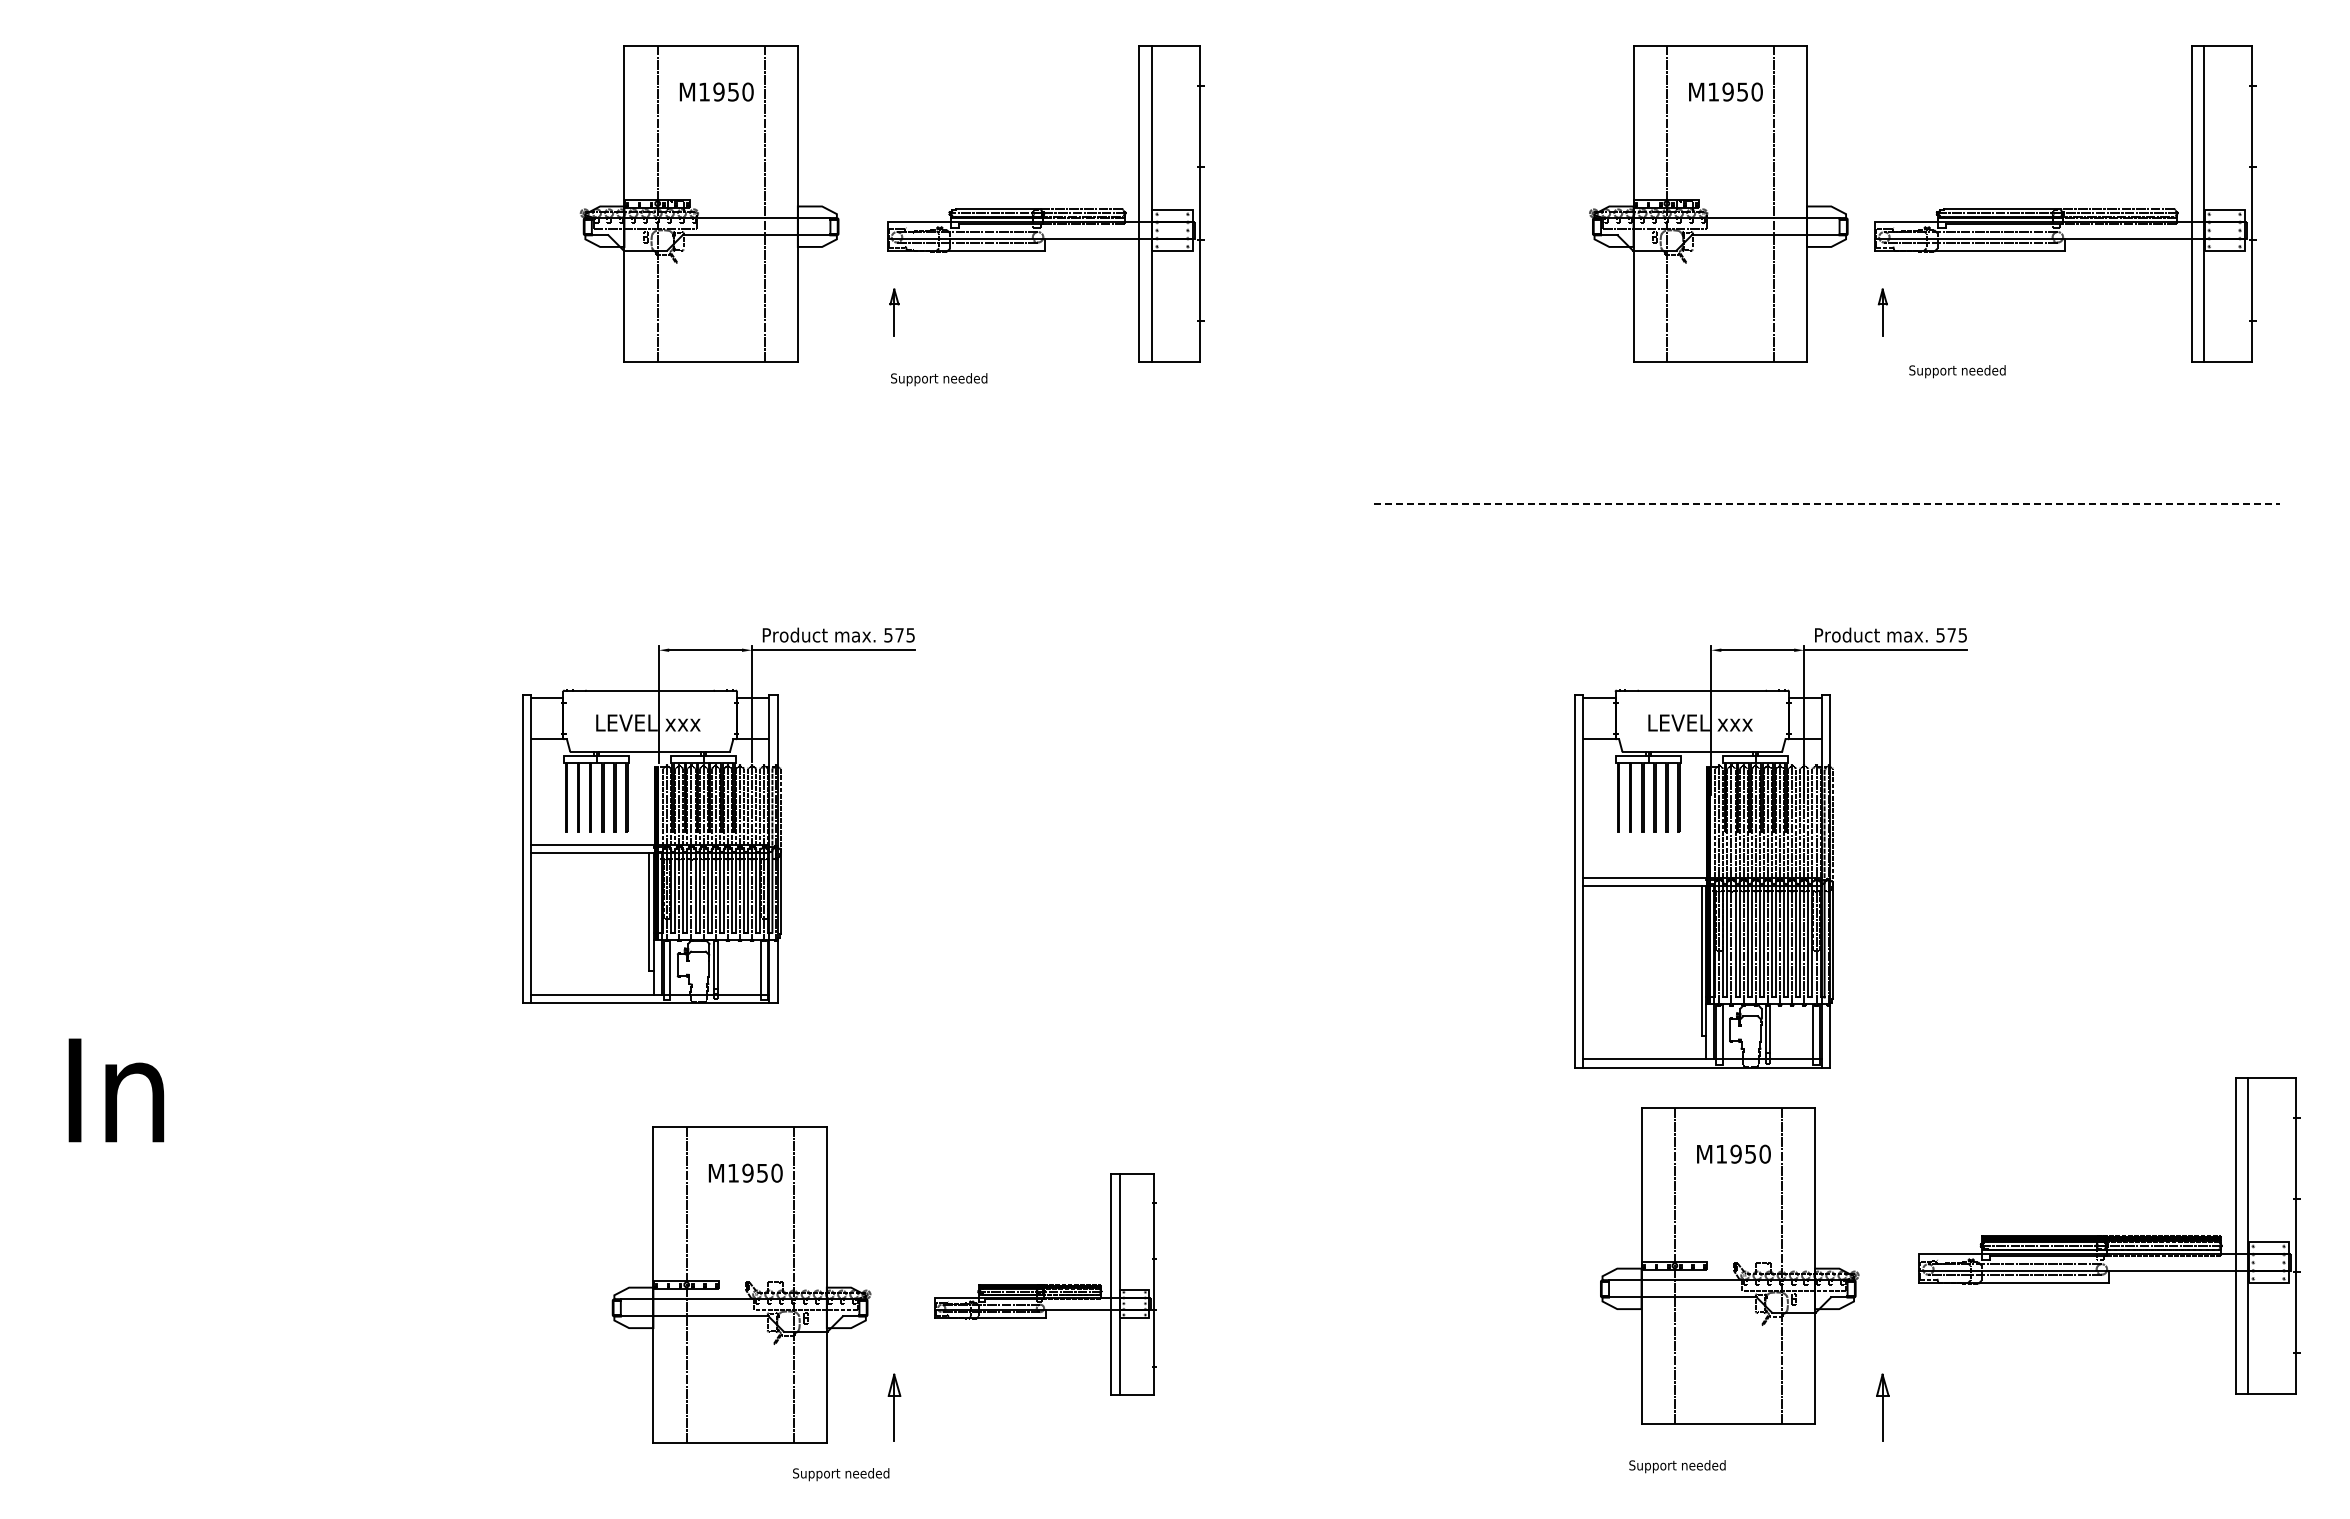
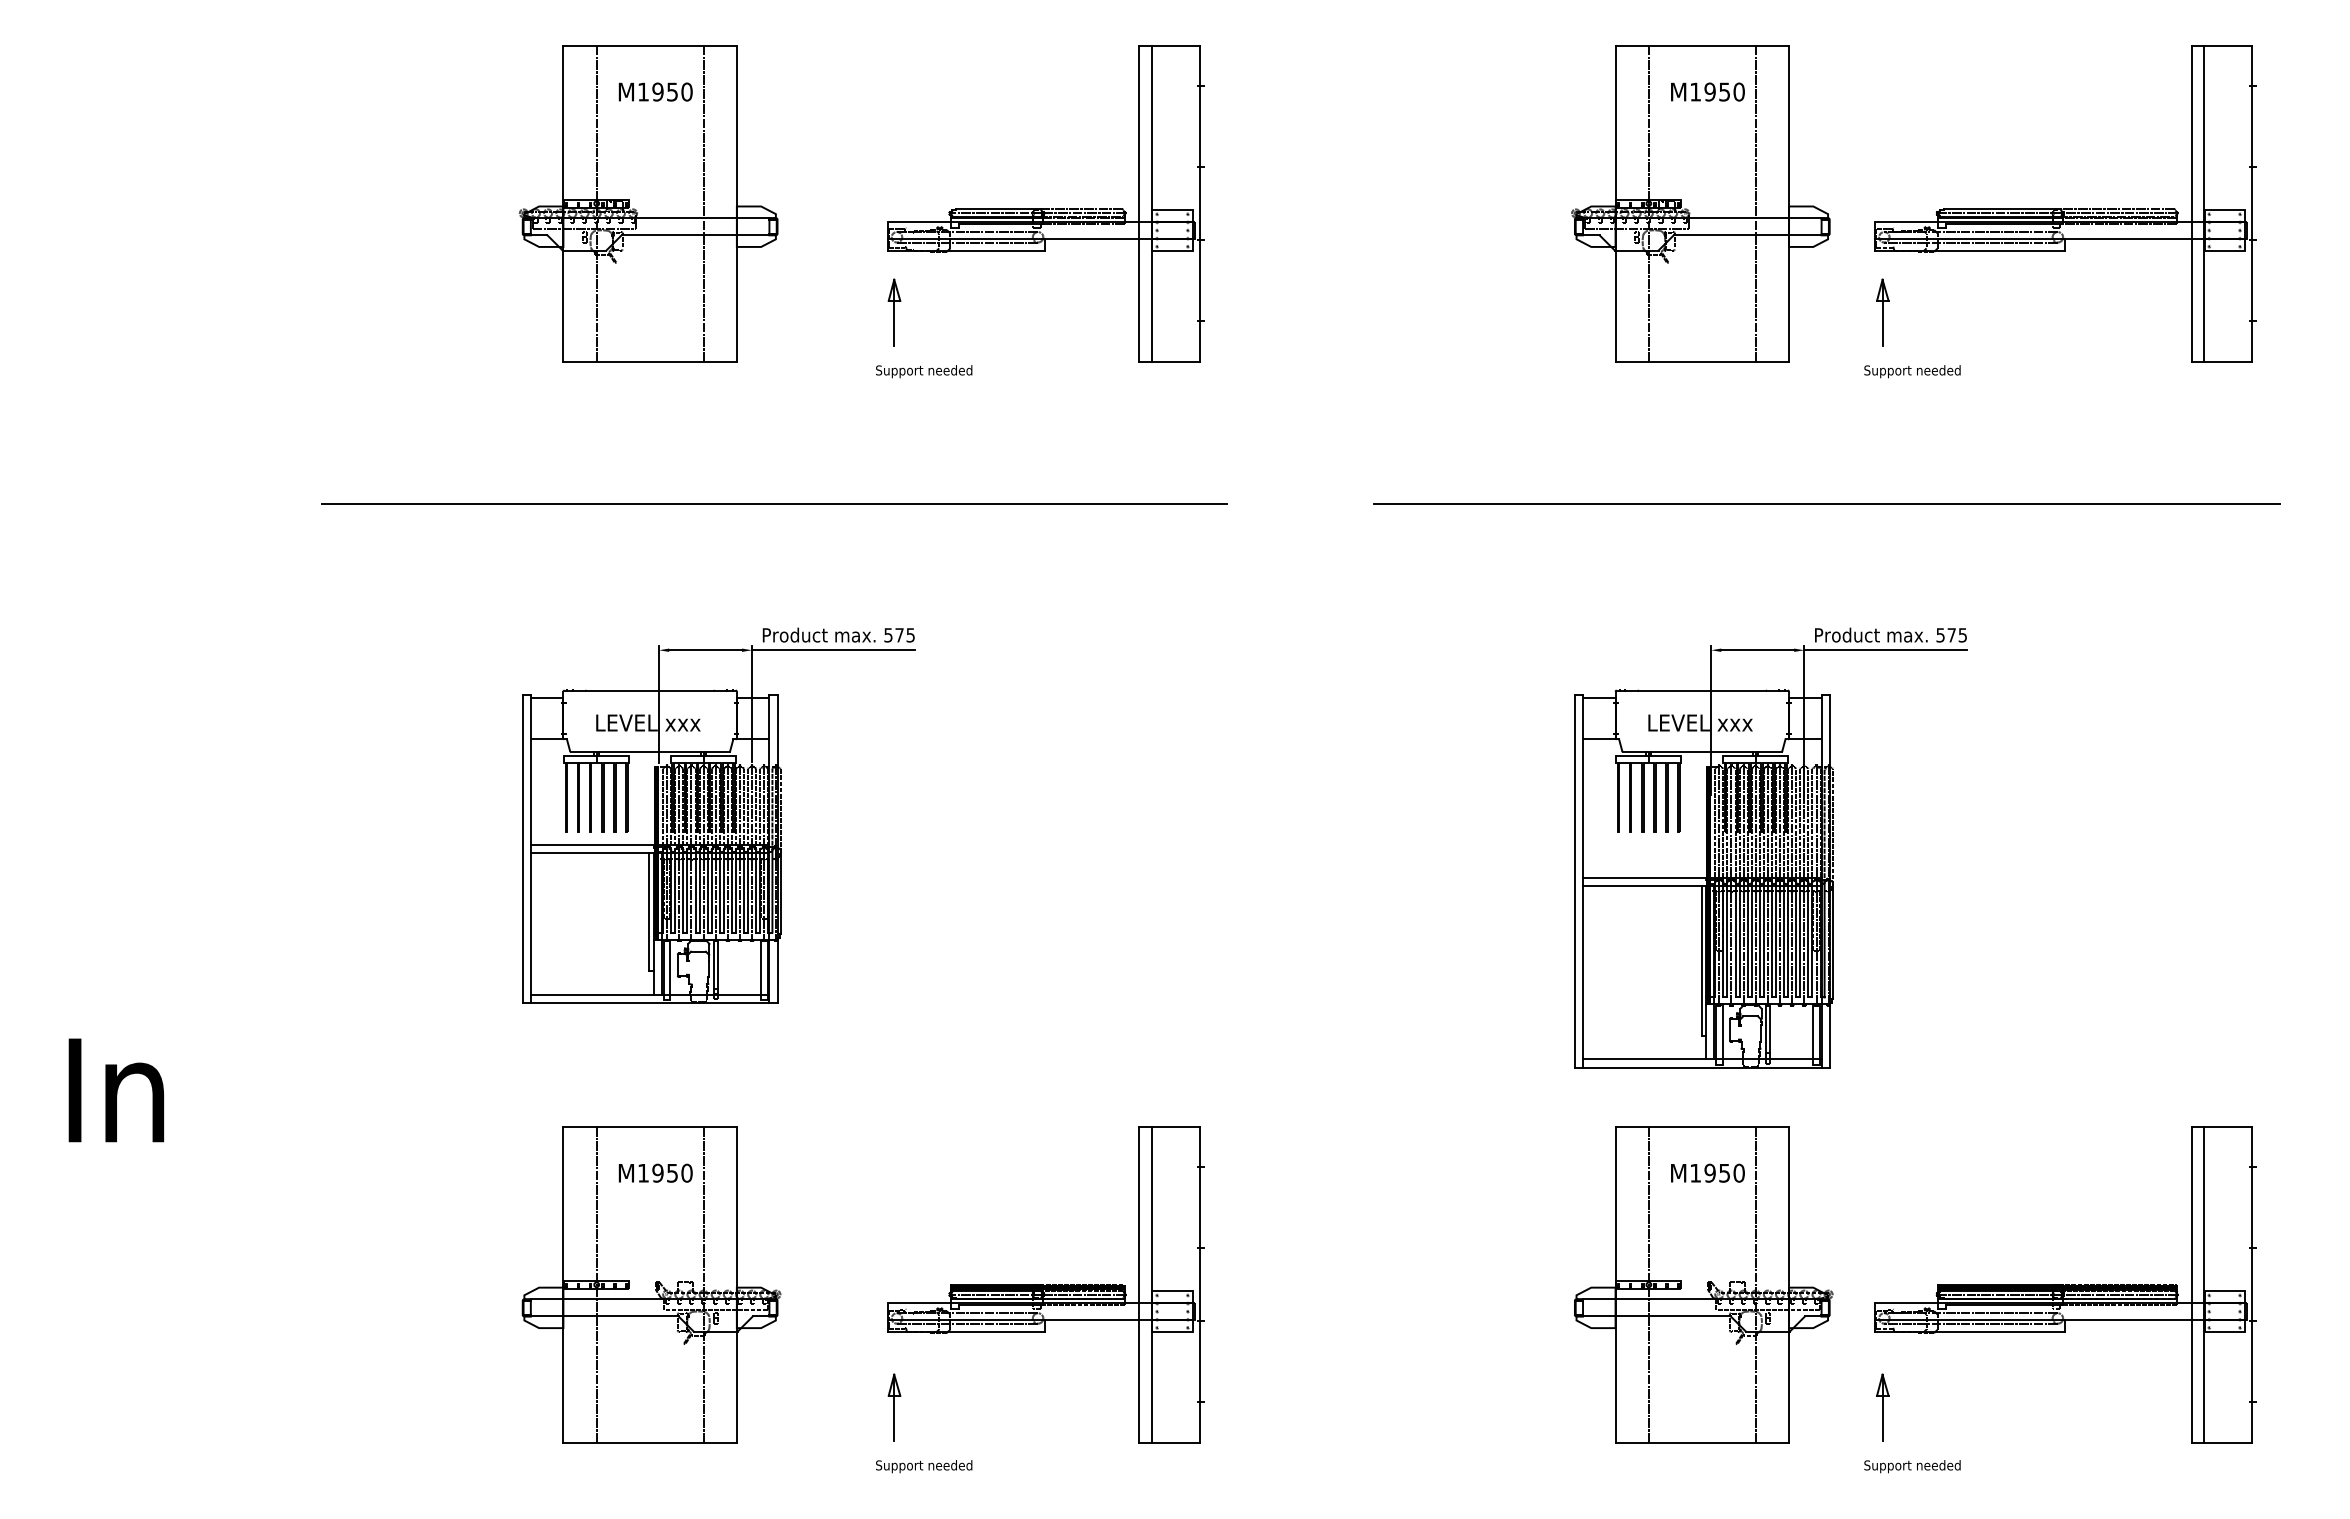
part at (709, 203) position: (709, 203) -> (648, 203)
part at (1718, 203) position: (1718, 203) -> (1700, 203)
part at (894, 312) size: 11x49 px -> 15x69 px
part at (1882, 312) size: 11x49 px -> 14x69 px
text at (1957, 371) position: (1957, 371) -> (1912, 371)
text at (939, 379) position: (939, 379) -> (924, 371)
line at (774, 504): none -> present
line at (1826, 504): dashed -> solid
part at (2109, 1235) position: (2109, 1235) -> (2065, 1284)
part at (1729, 1265) position: (1729, 1265) -> (1703, 1284)
part at (741, 1284) position: (741, 1284) -> (651, 1284)
part at (1045, 1284) size: 223x223 px -> 318x318 px
text at (1677, 1466) position: (1677, 1466) -> (1912, 1466)
text at (841, 1474) position: (841, 1474) -> (924, 1466)
